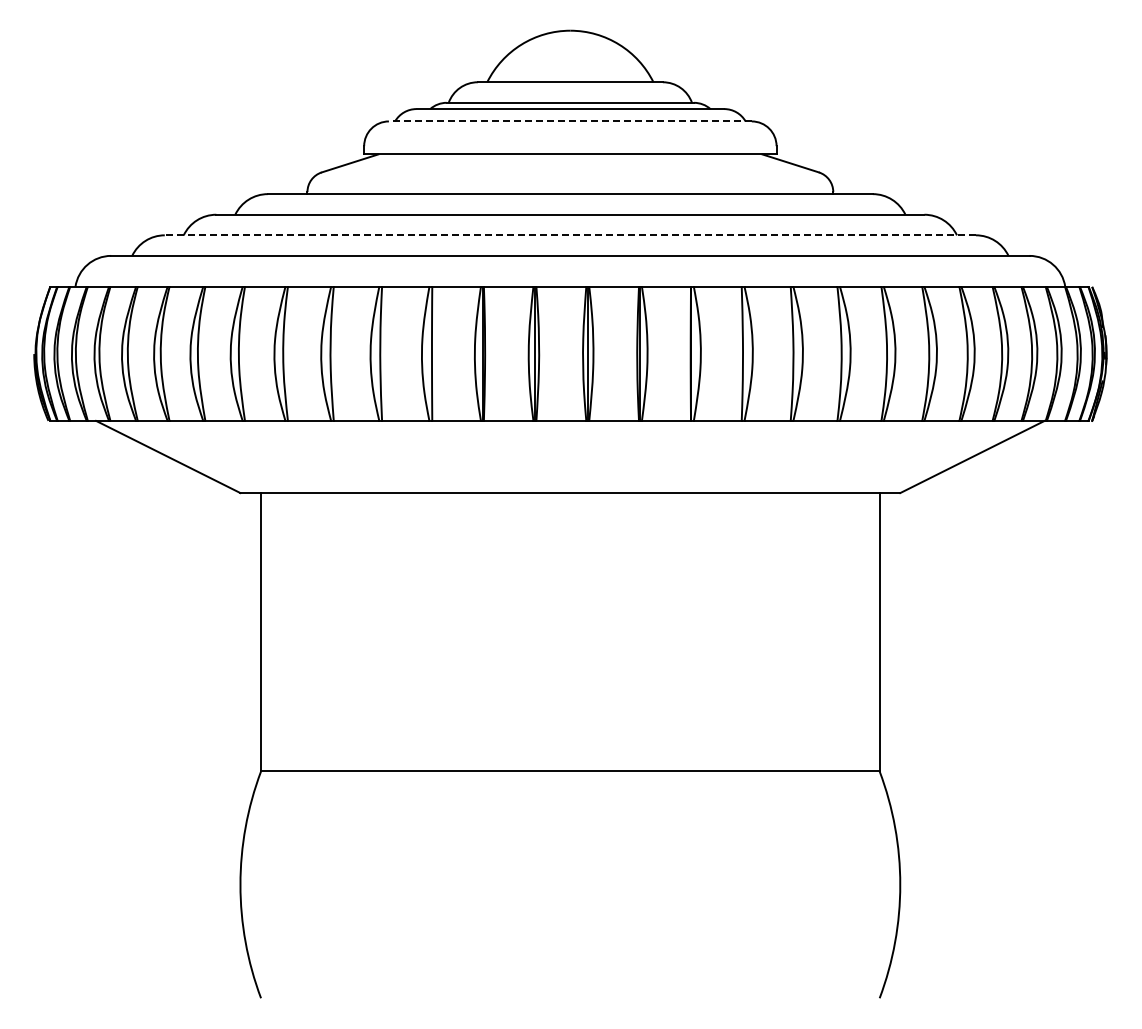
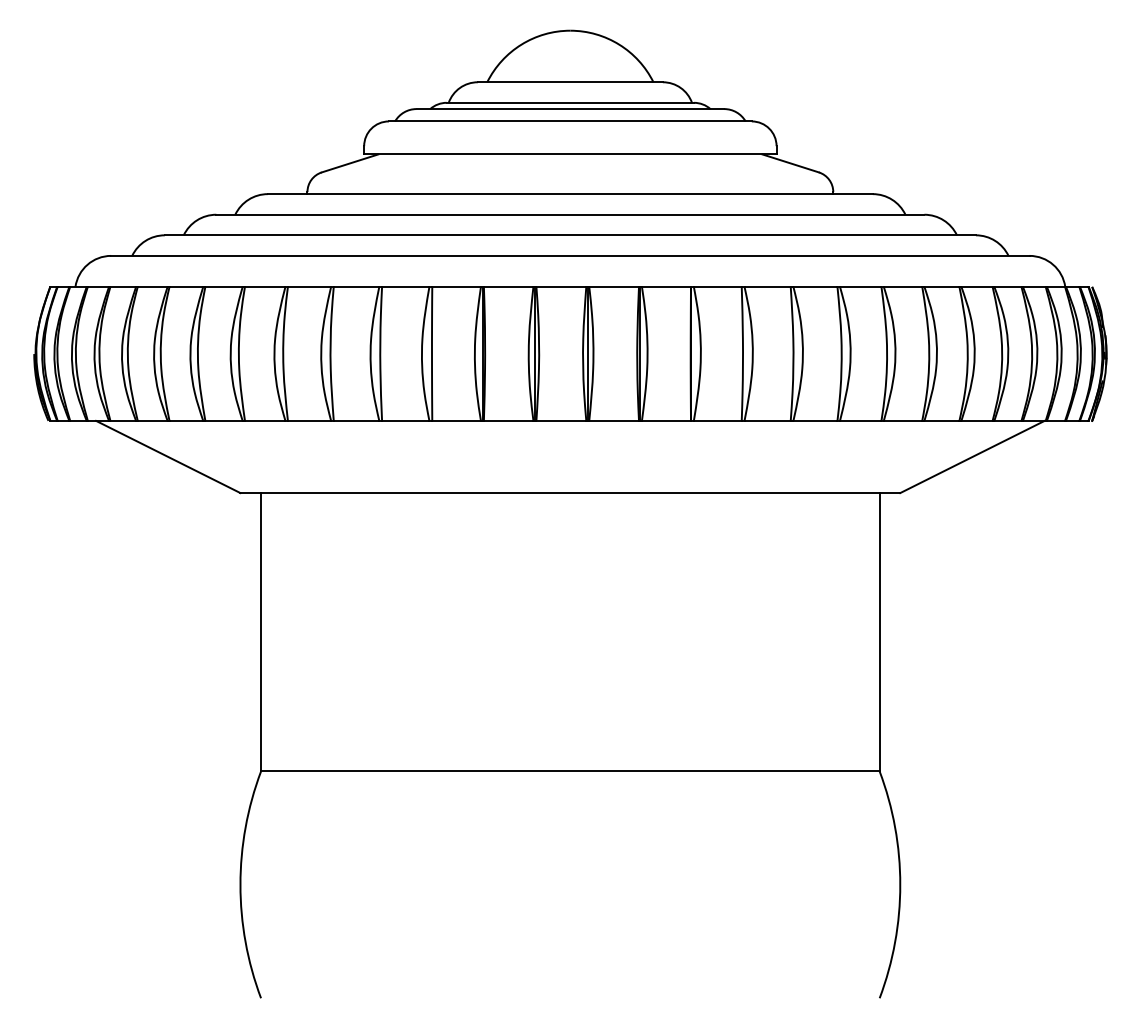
line at (569, 121): dashed -> solid
line at (570, 235): dashed -> solid
